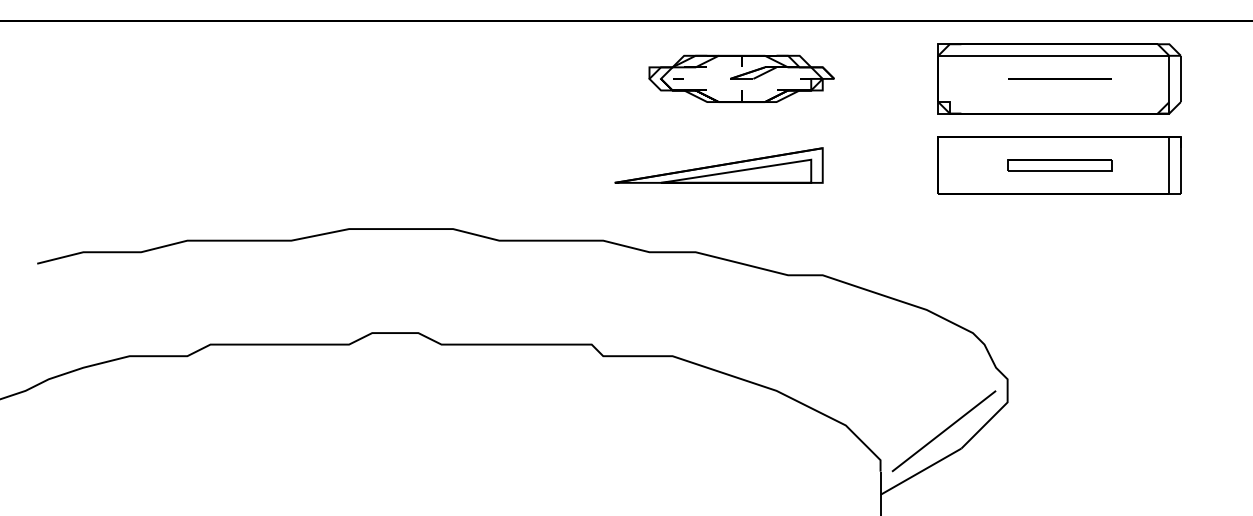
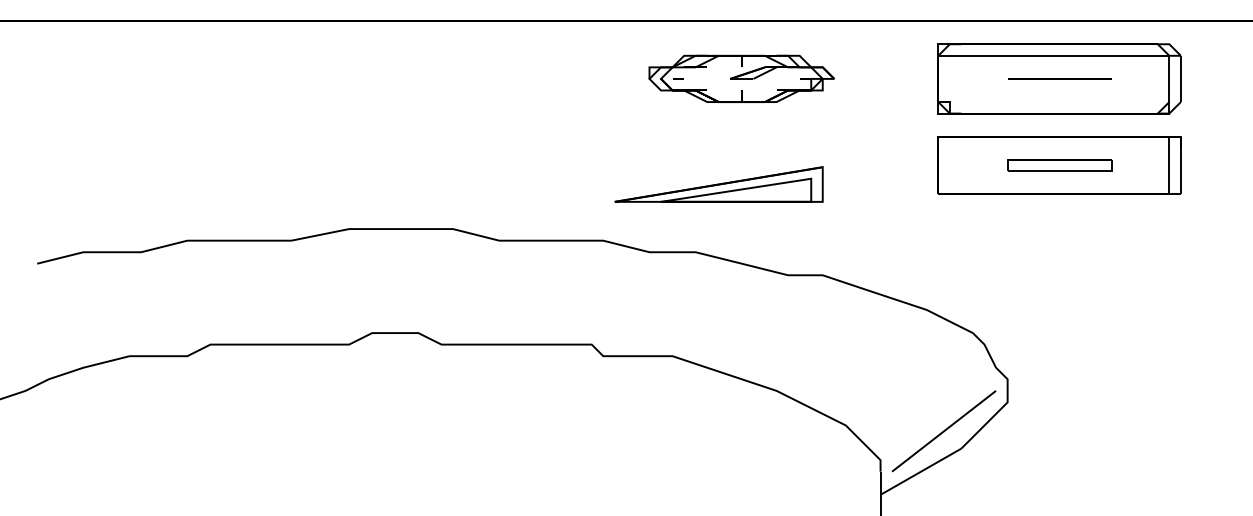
part at (718, 165) position: (718, 165) -> (718, 184)
